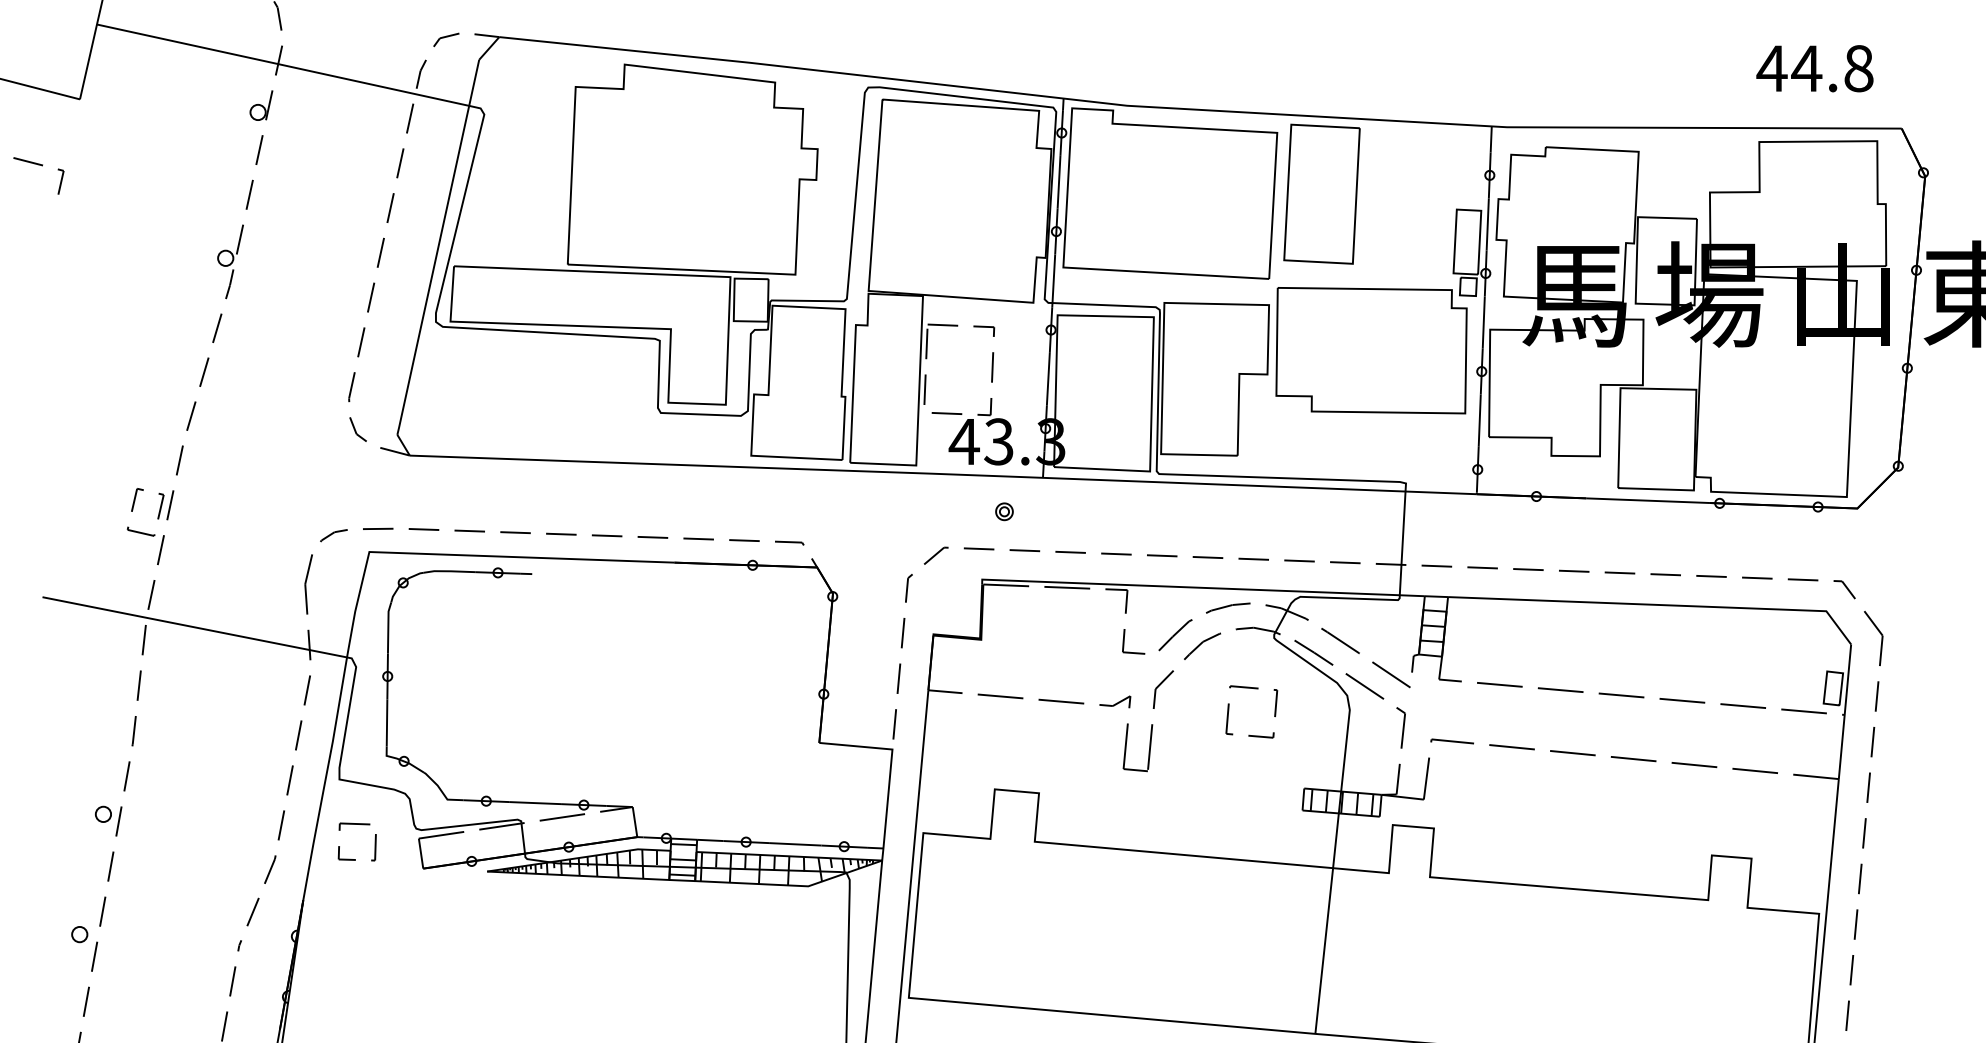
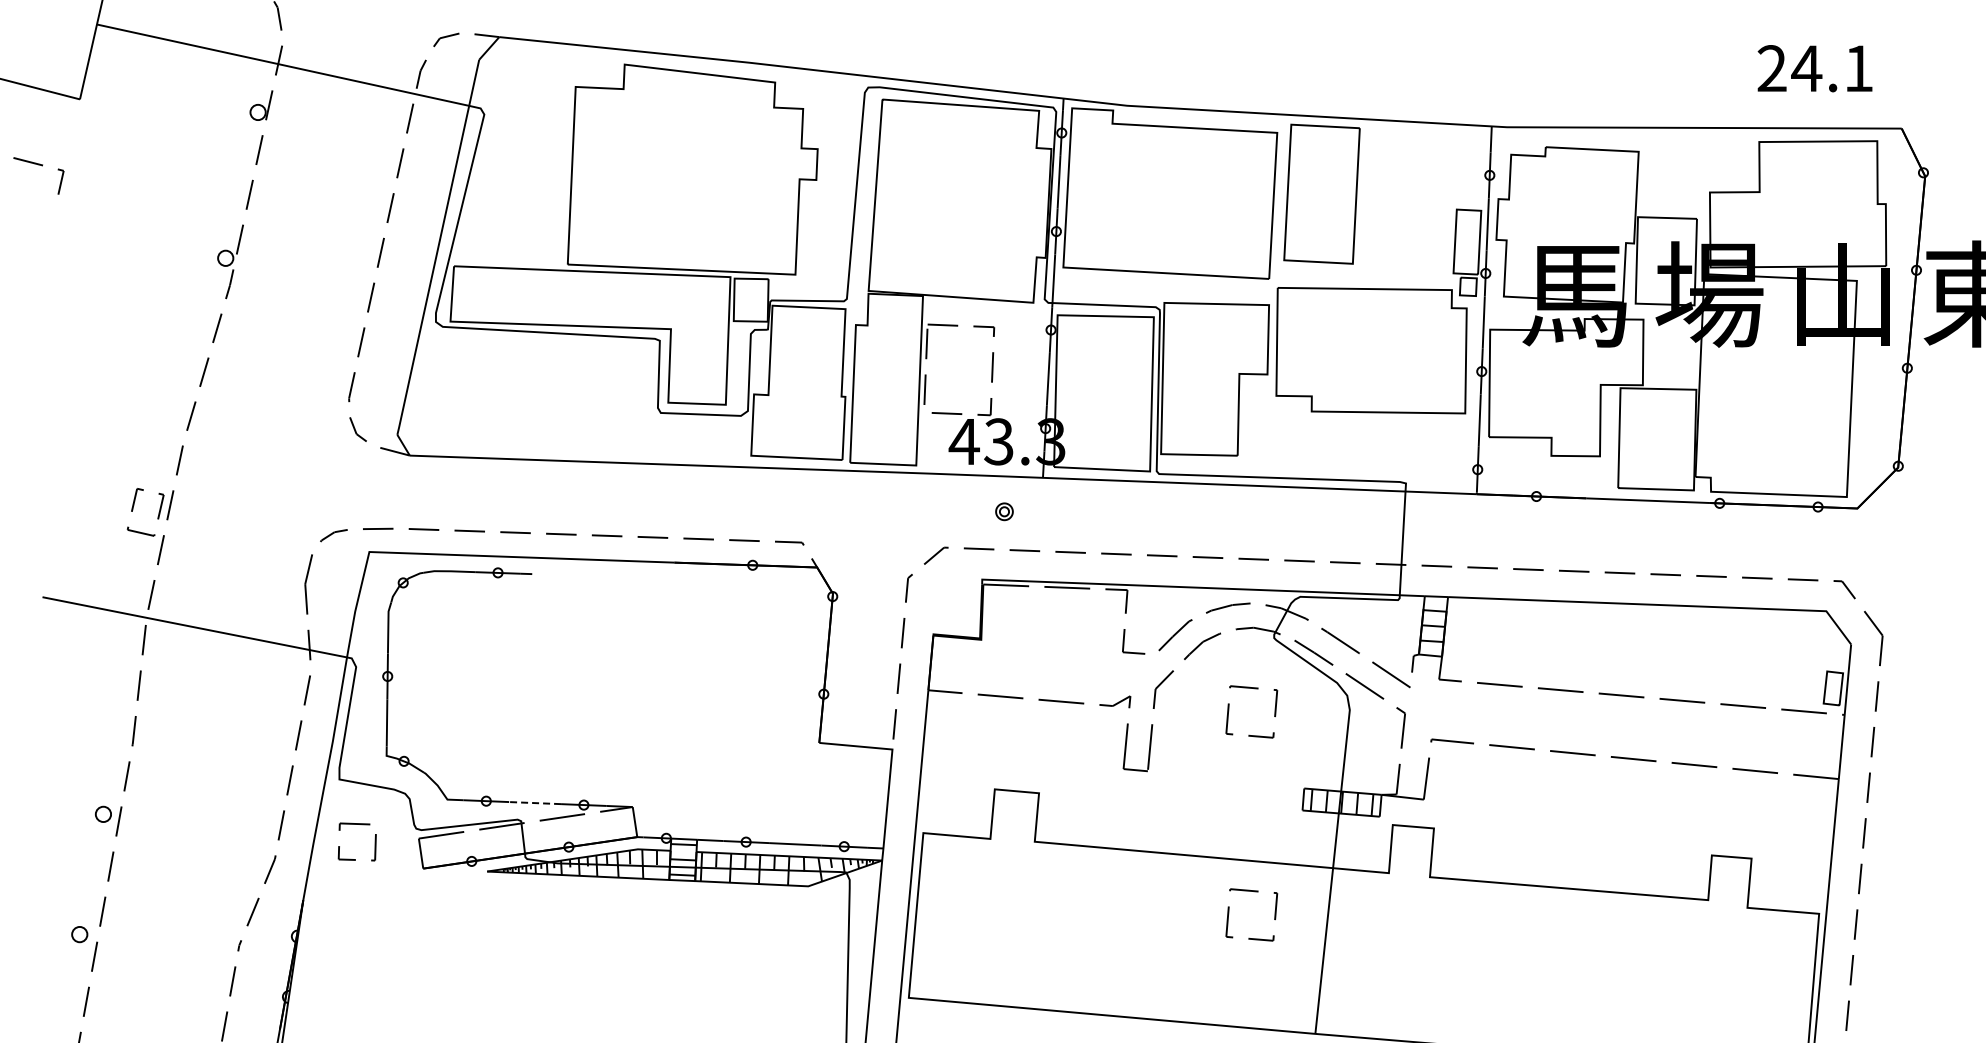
text at (1814, 68): 44.8 -> 24.1
line at (535, 803): solid -> dashed
part at (1229, 914): none -> present
